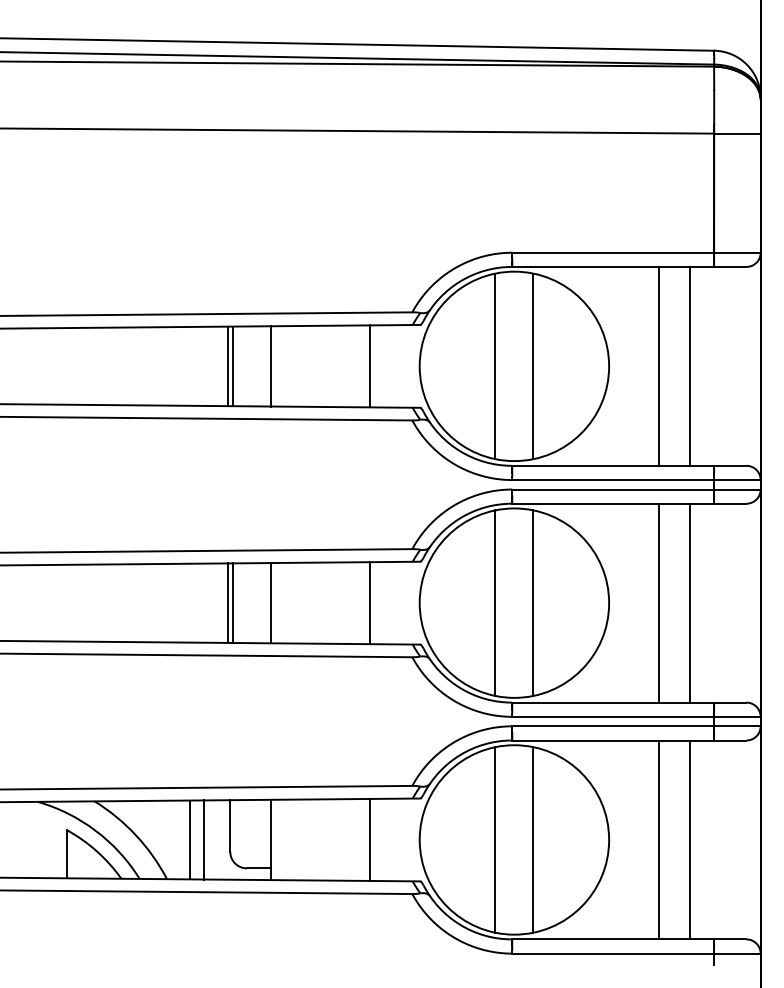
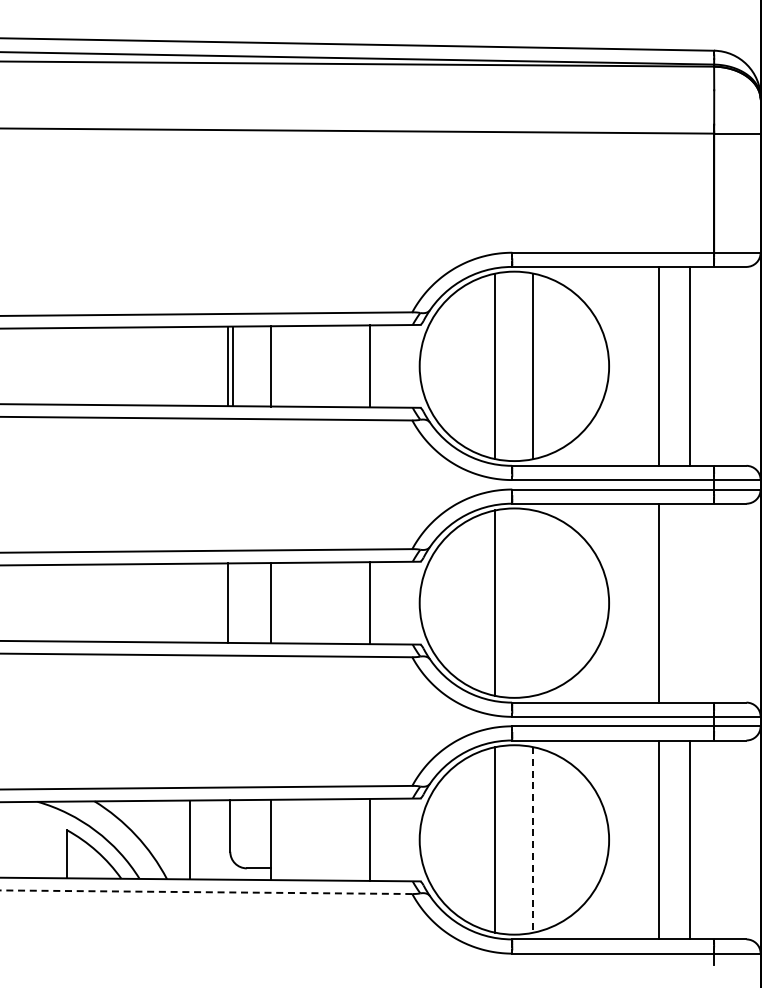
line at (533, 602): present -> none
line at (689, 602): present -> none
line at (232, 603): present -> none
line at (204, 839): present -> none
line at (533, 839): solid -> dashed
line at (206, 892): solid -> dashed
